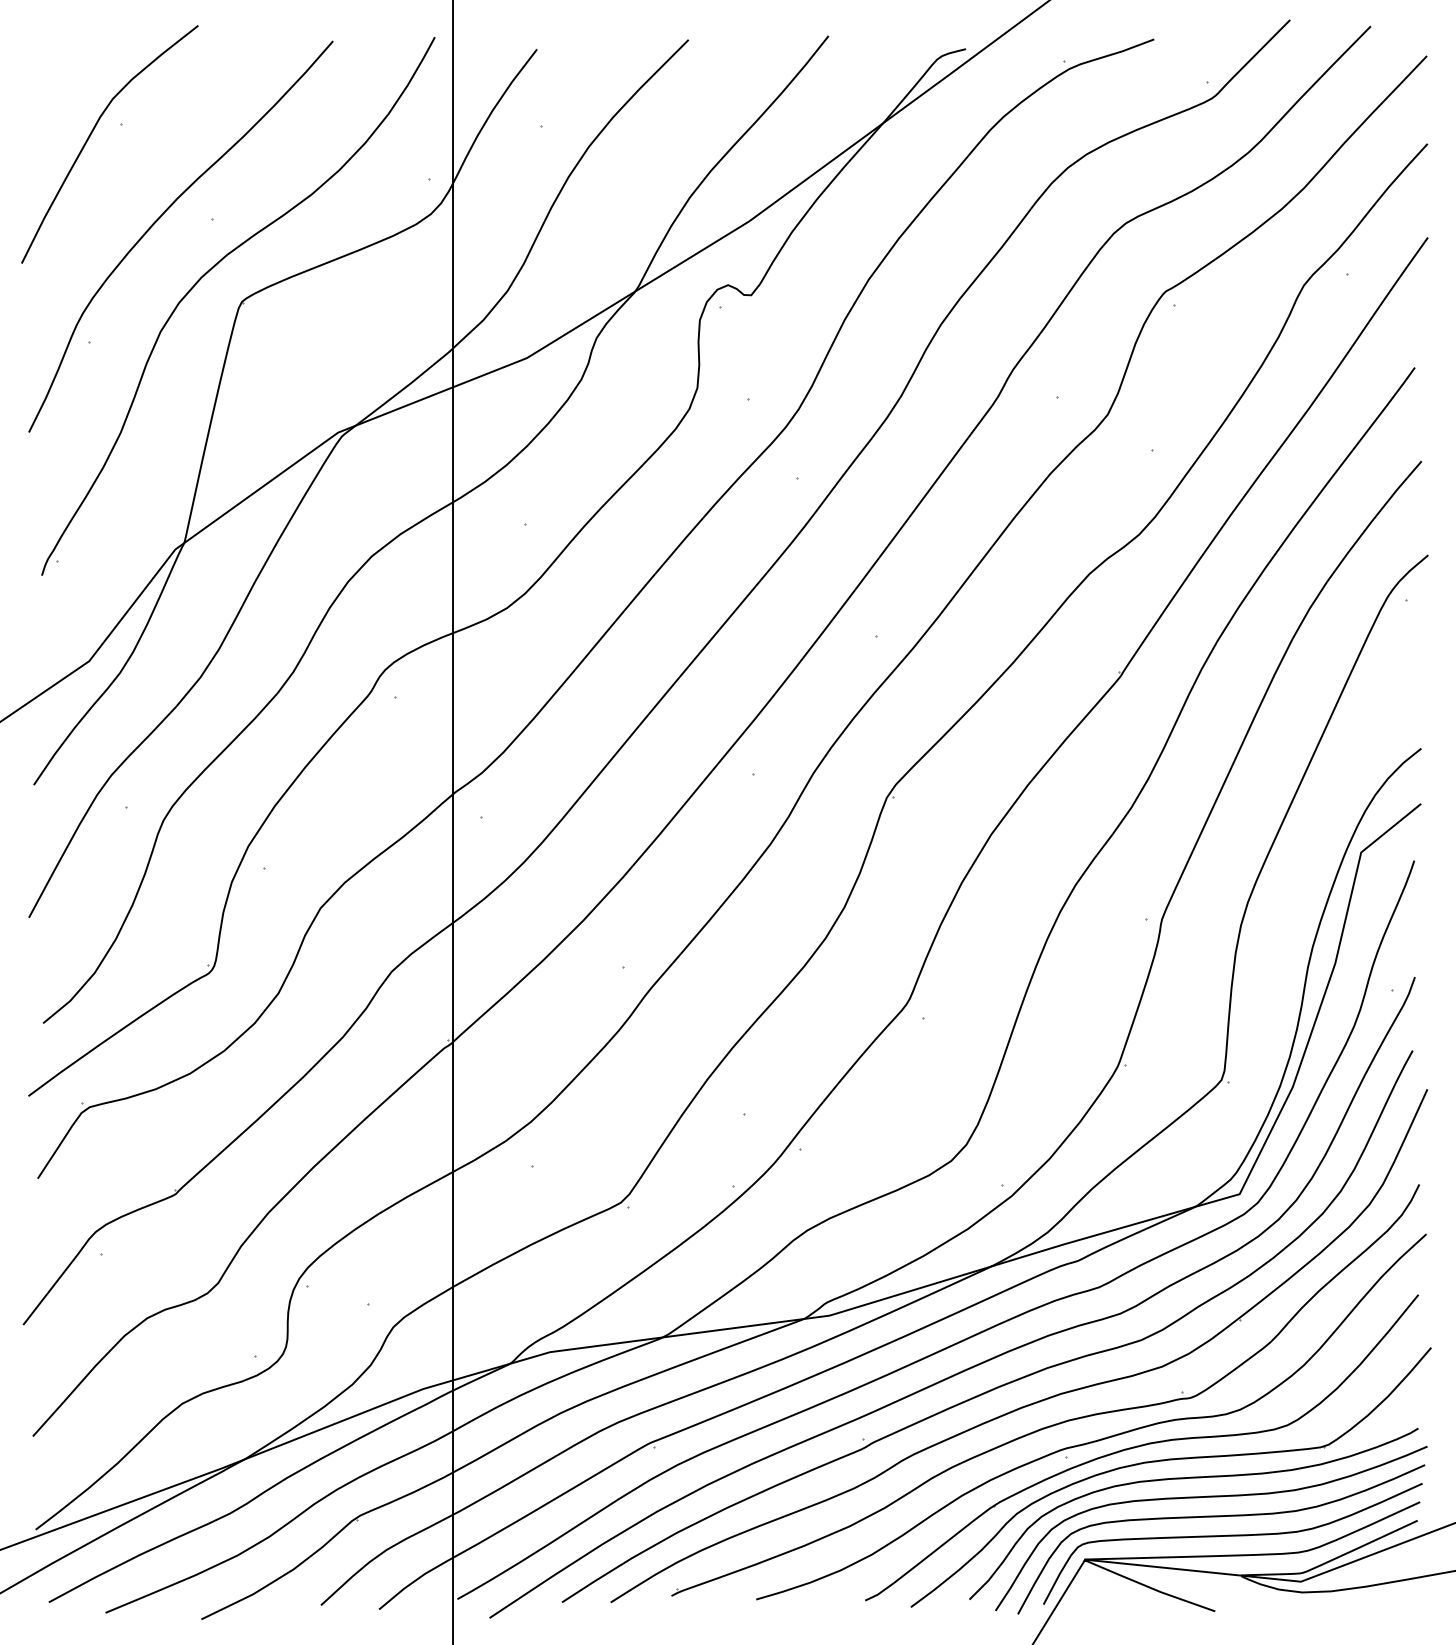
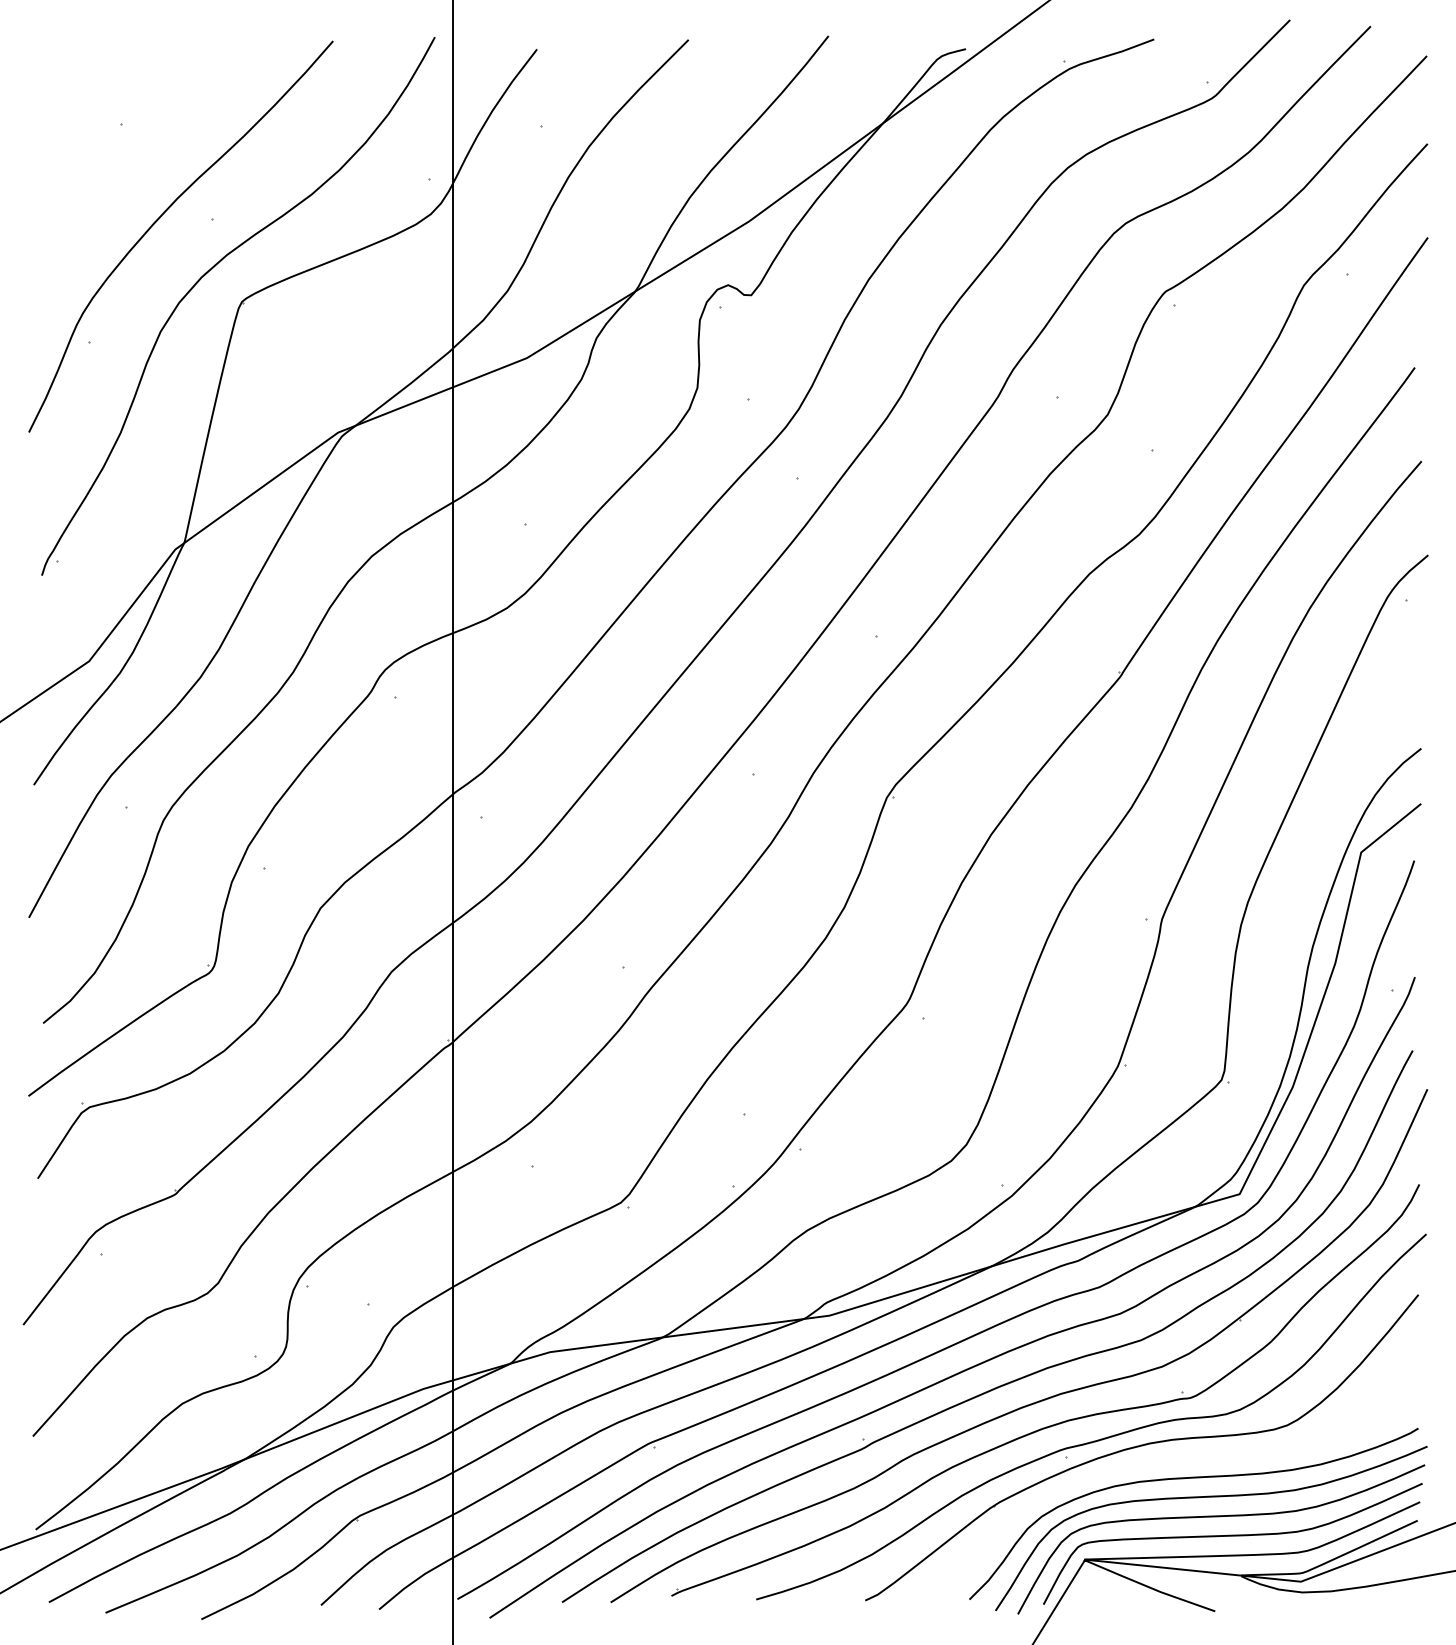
curve at (92, 133): present -> none
part at (1170, 1460): present -> none
